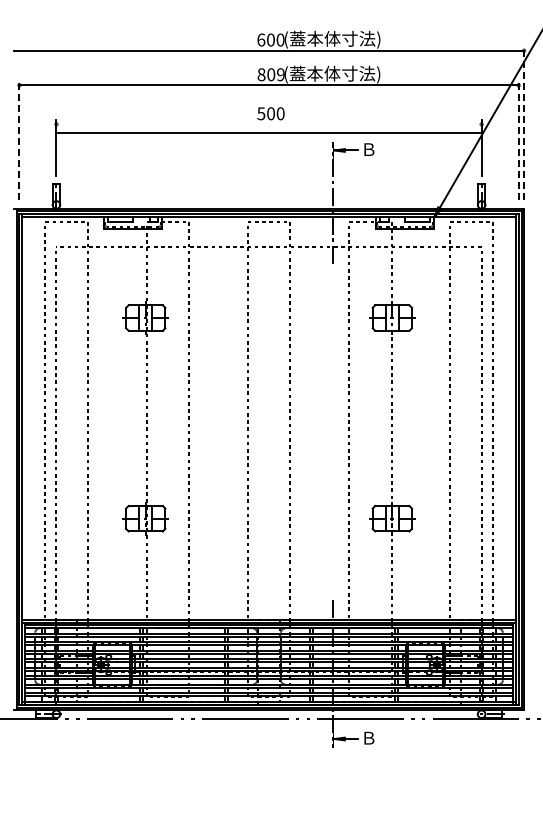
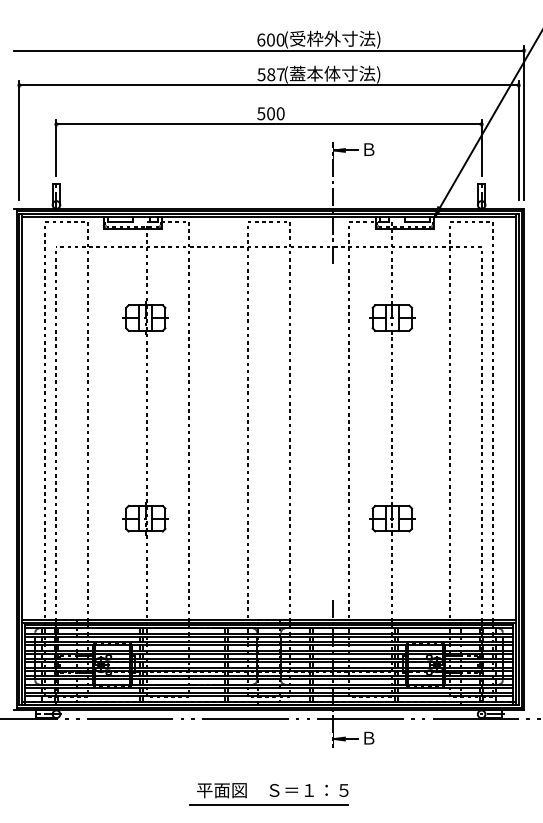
text at (315, 38): (蓋本体寸法) -> (受枠外寸法)
text at (270, 74): 809 -> 587
line at (524, 123): dashed -> solid
line at (268, 133) position: (268, 133) -> (268, 124)
line at (19, 140): dashed -> solid
line at (518, 140): dashed -> solid
part at (268, 794): none -> present
